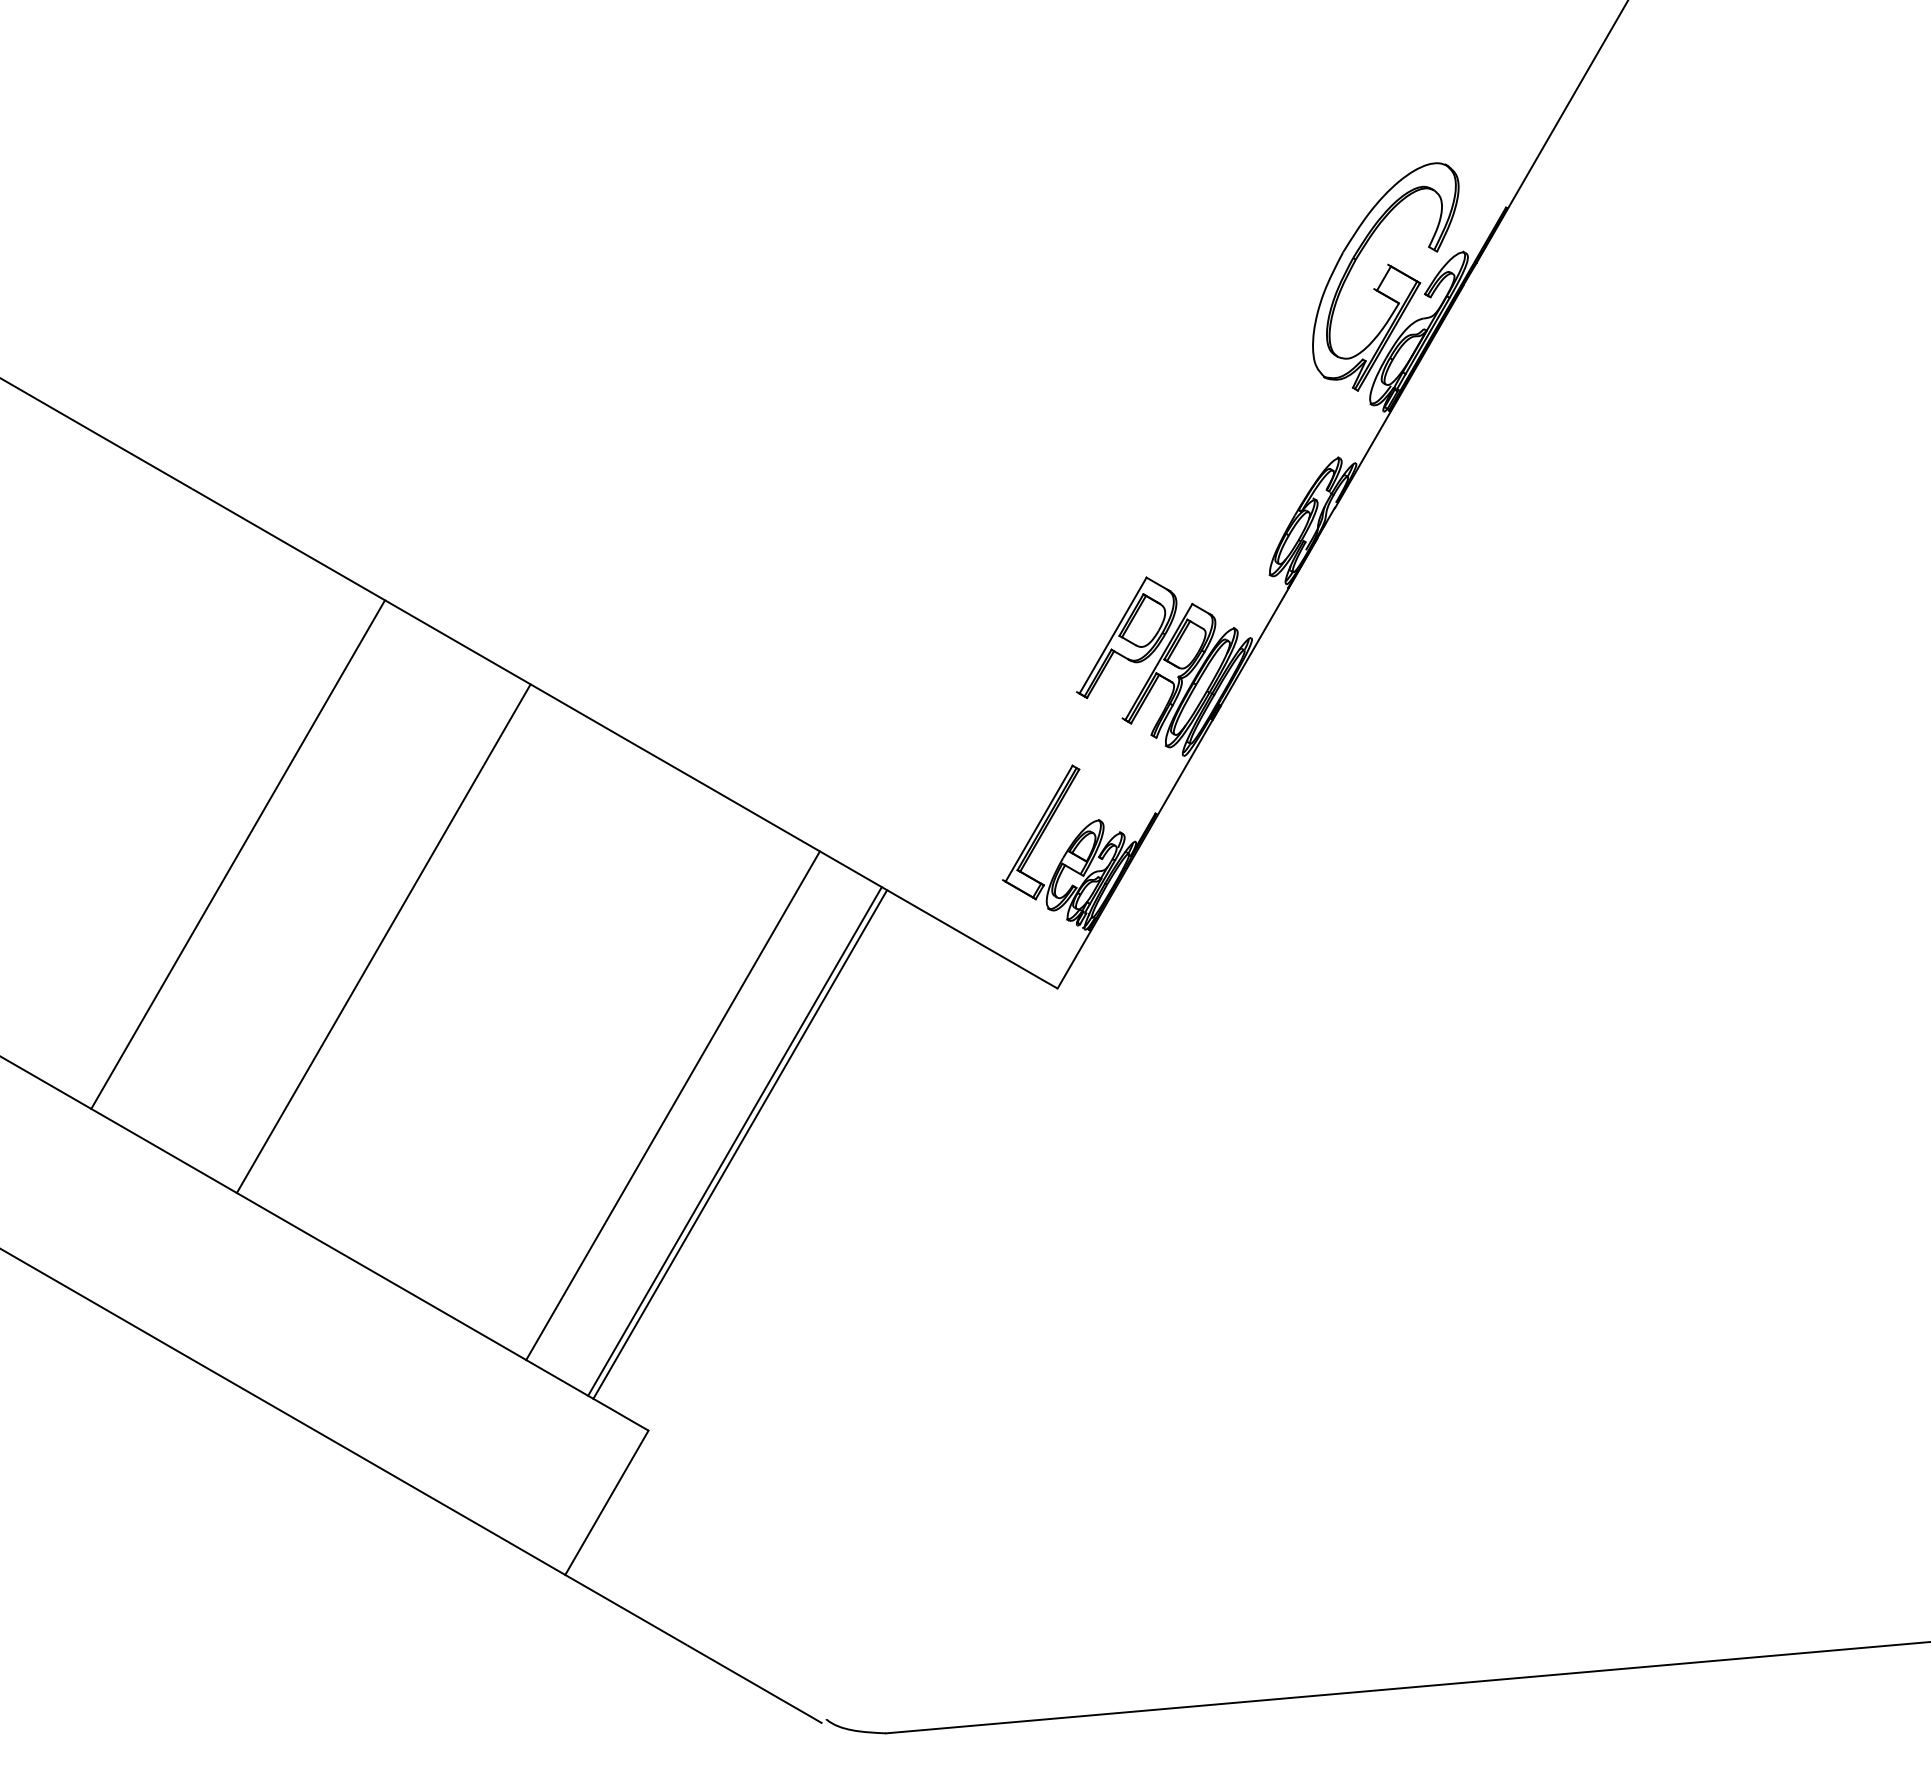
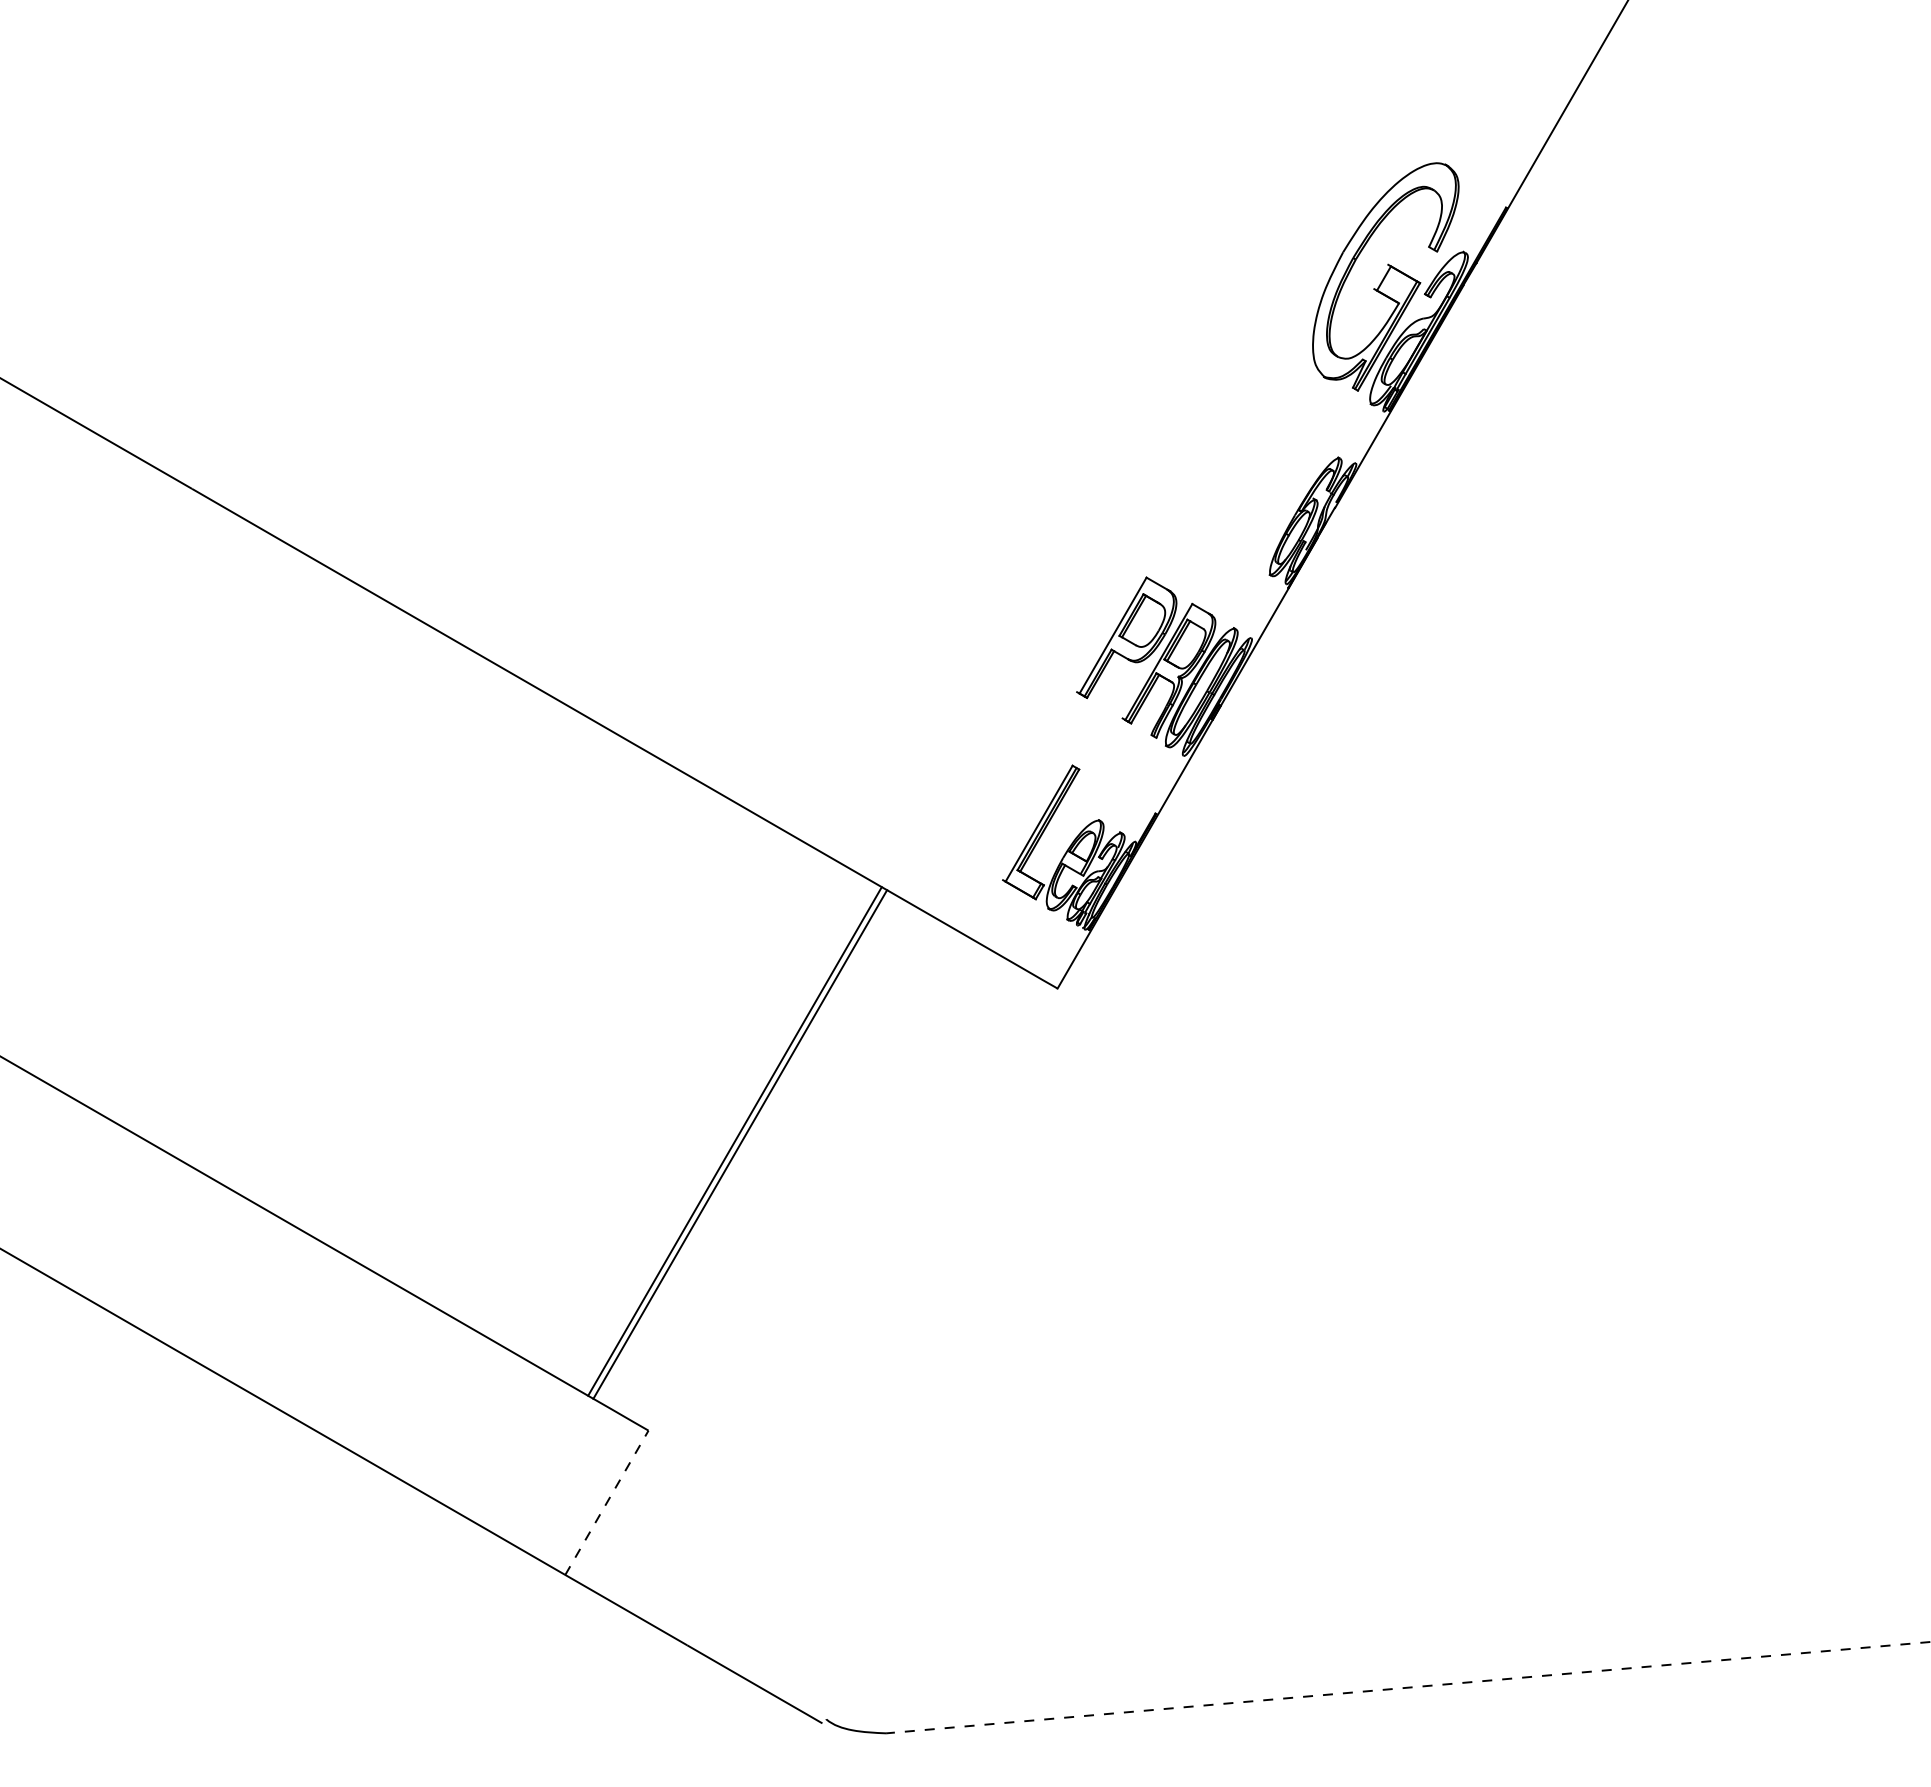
line at (238, 854): present -> none
line at (383, 938): present -> none
line at (672, 1105): present -> none
line at (607, 1502): solid -> dashed
line at (1408, 1687): solid -> dashed
